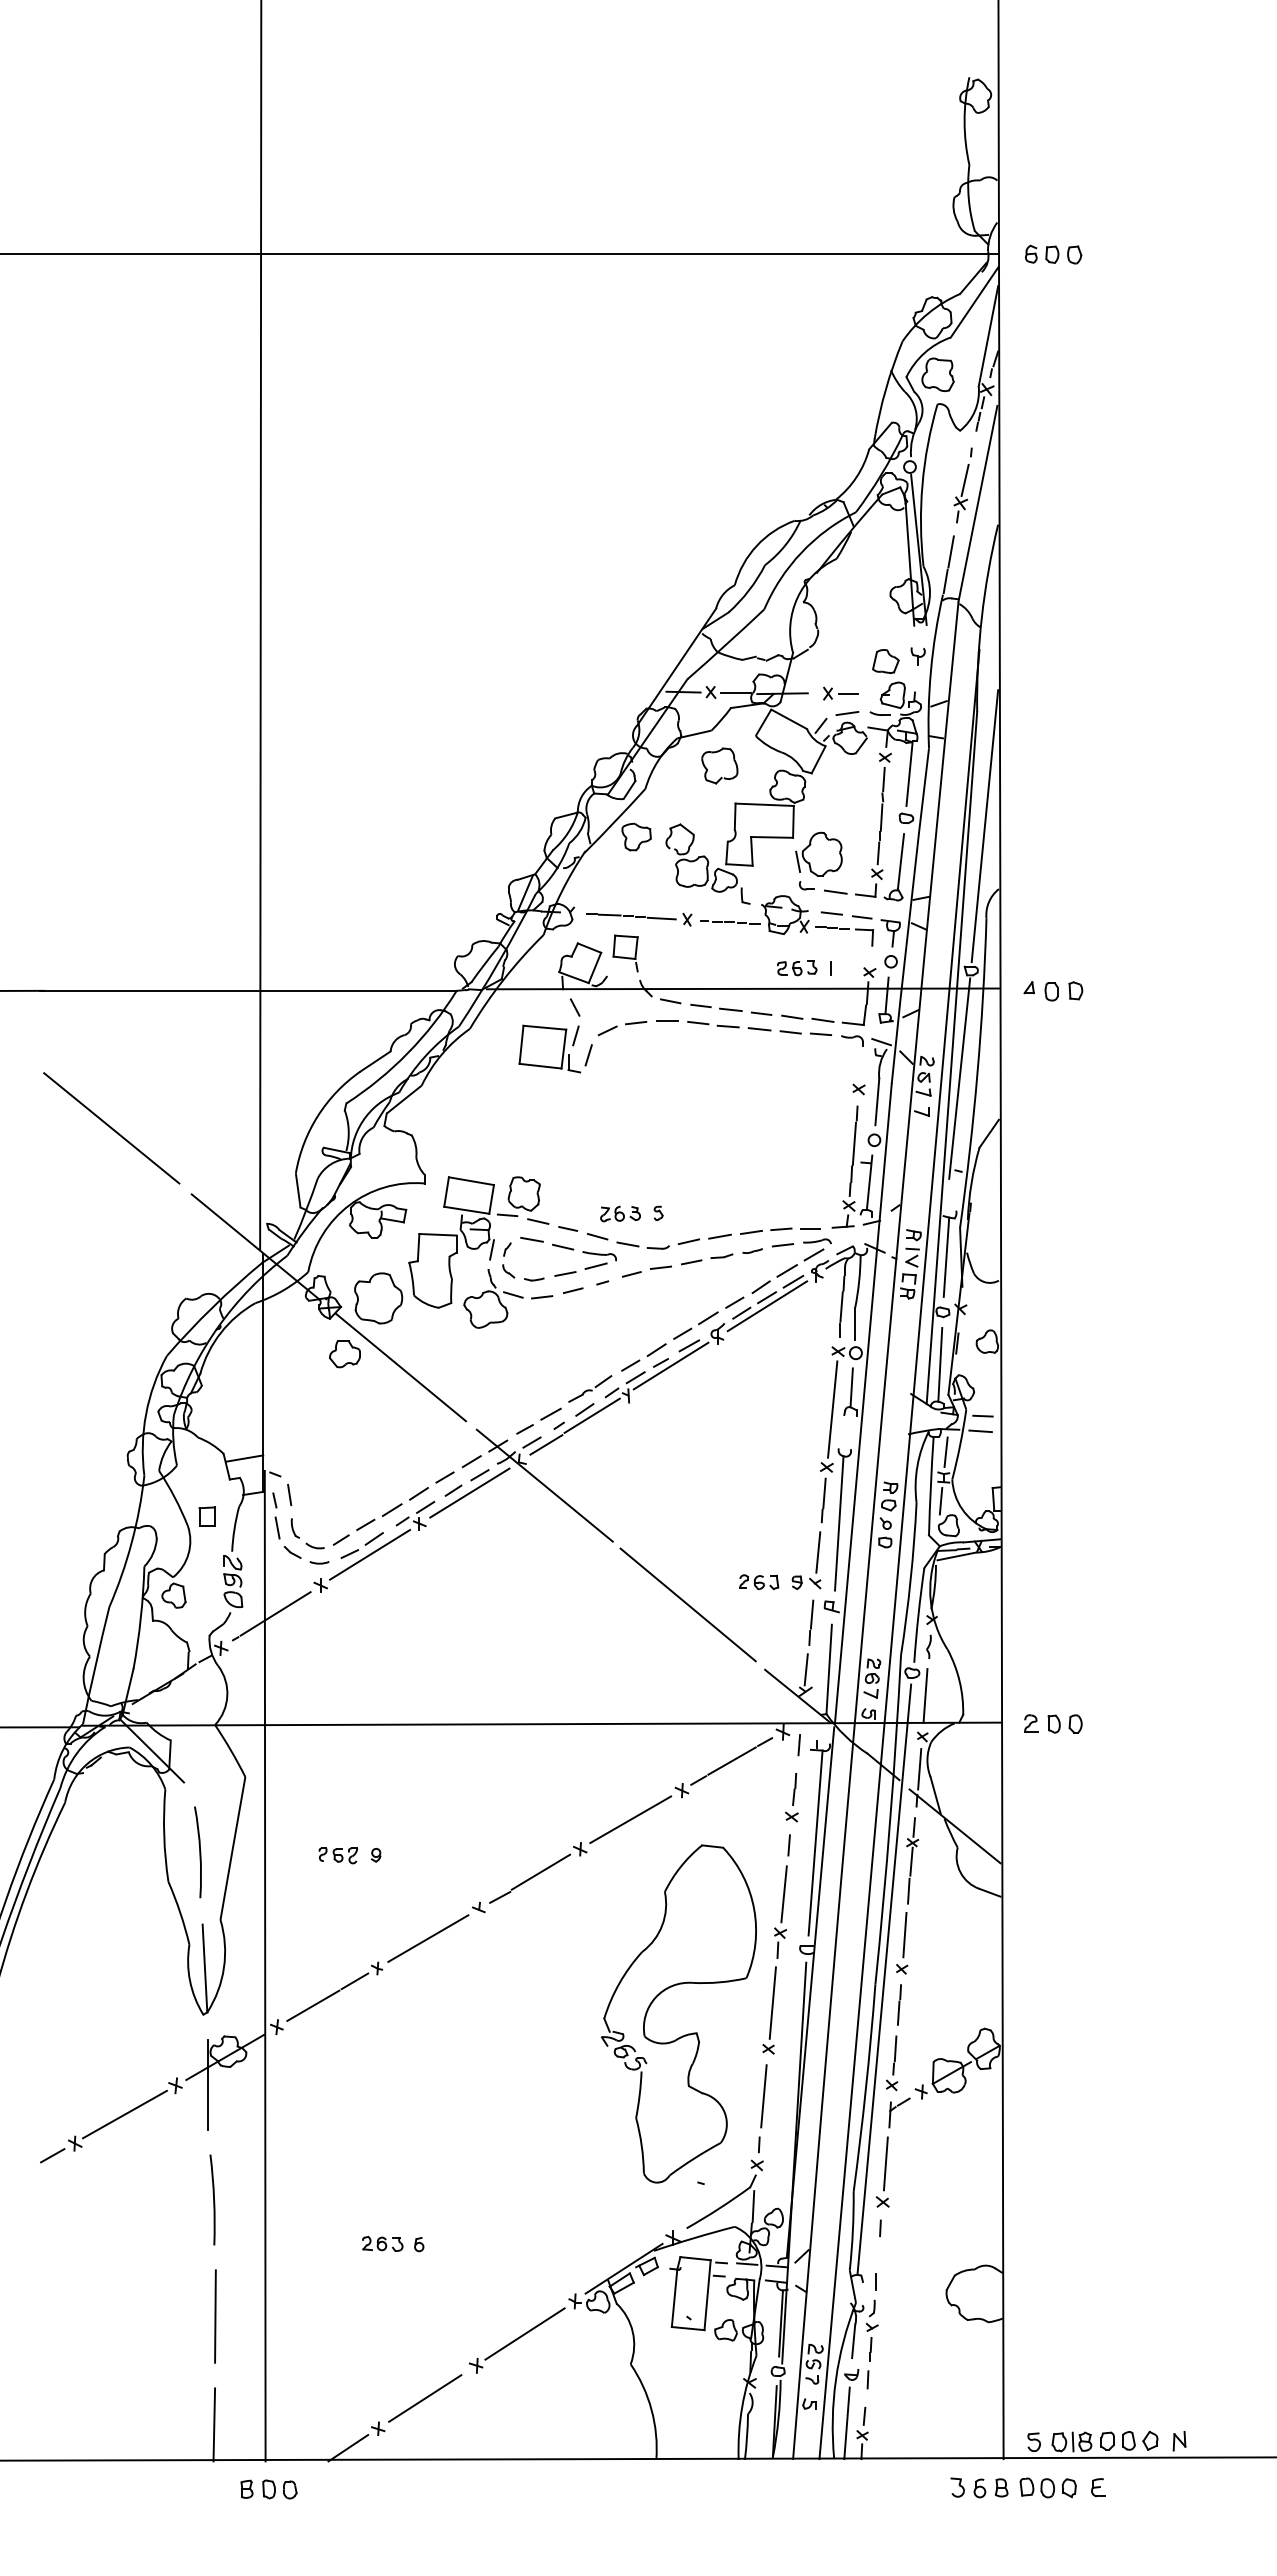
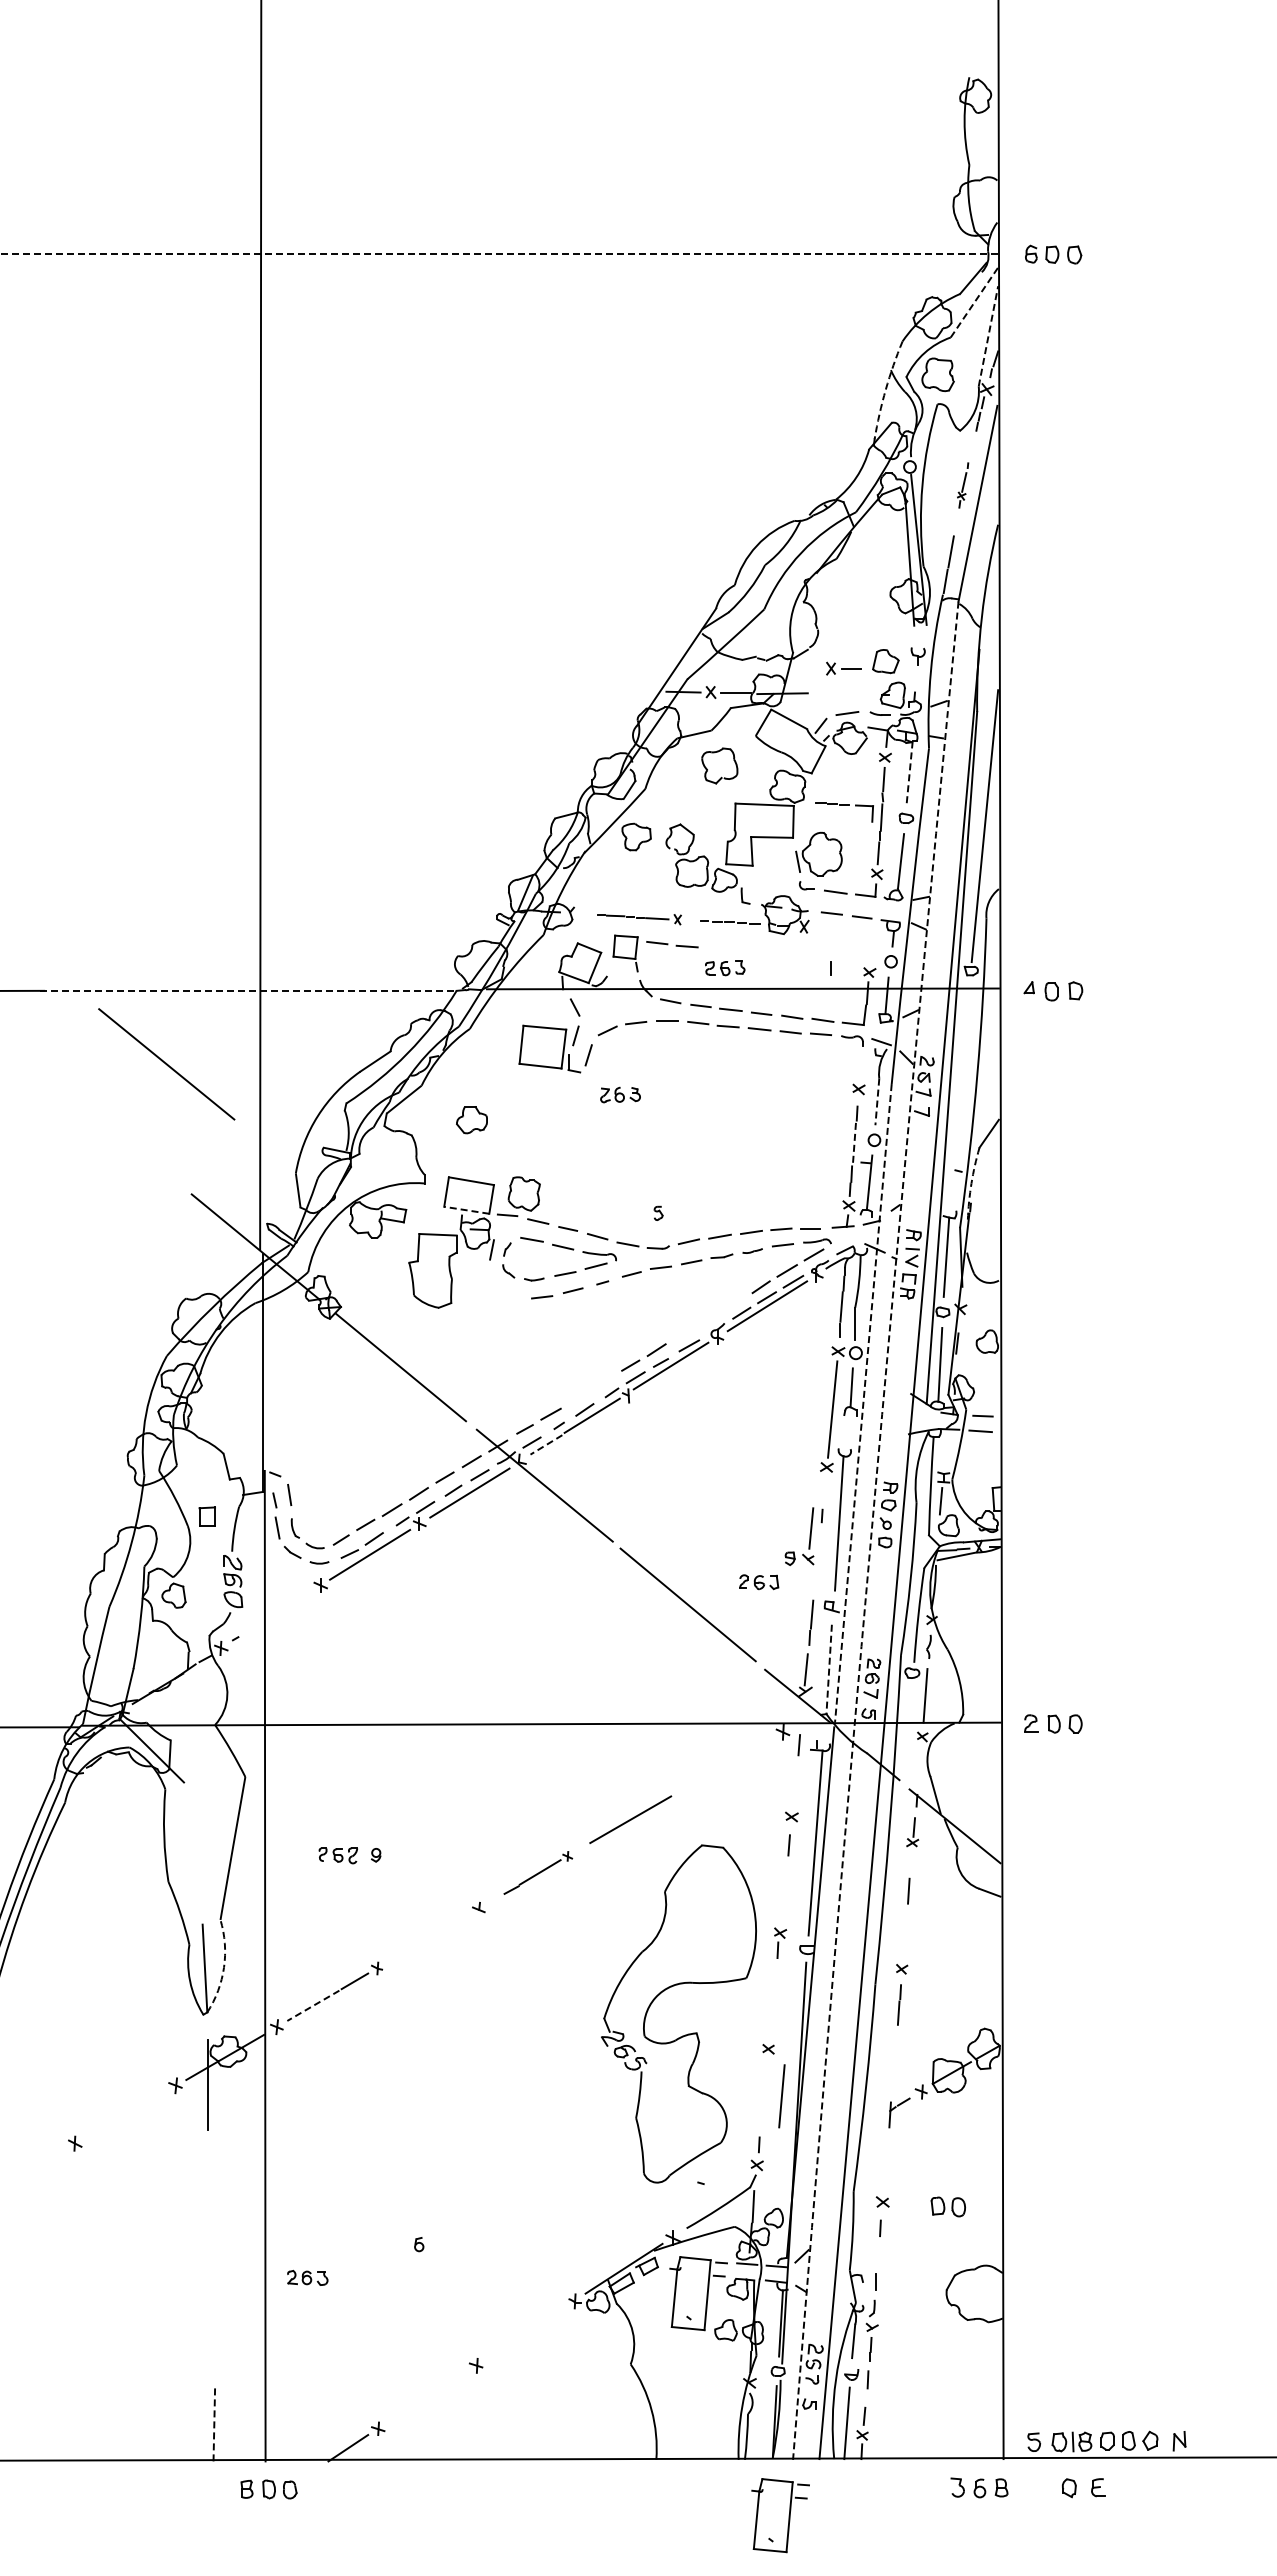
line at (499, 253): solid -> dashed
line at (974, 302): solid -> dashed
line at (988, 335): solid -> dashed
arc at (885, 389): solid -> dashed
part at (962, 485) size: 20x77 px -> 13x47 px
part at (840, 693) position: (840, 693) -> (843, 668)
line at (909, 774): solid -> dashed
part at (639, 919) size: 107x15 px -> 85x12 px
part at (844, 929) position: (844, 929) -> (844, 805)
part at (672, 944): none -> present
part at (797, 968) position: (797, 968) -> (725, 968)
line at (248, 990): solid -> dashed
line at (959, 1078): present -> none
line at (877, 1102): solid -> dashed
line at (111, 1128) position: (111, 1128) -> (166, 1064)
line at (854, 1144): solid -> dashed
arc at (971, 1183): solid -> dashed
line at (466, 1210): solid -> dashed
part at (620, 1213) position: (620, 1213) -> (620, 1094)
part at (378, 1298): present -> none
part at (493, 1298): present -> none
part at (708, 1317): present -> none
part at (344, 1354) position: (344, 1354) -> (471, 1120)
part at (590, 1388): present -> none
line at (863, 1403): solid -> dashed
line at (546, 1444): solid -> dashed
line at (945, 1452): present -> none
line at (244, 1458): present -> none
line at (824, 1493): present -> none
arc at (871, 1530): solid -> dashed
part at (816, 1560) position: (816, 1560) -> (809, 1536)
line at (275, 1613): present -> none
line at (829, 1669): solid -> dashed
part at (723, 1767): present -> none
line at (919, 1769): present -> none
line at (794, 1789): present -> none
arc at (199, 1852): present -> none
line at (911, 1861): present -> none
part at (538, 1872) size: 99x62 px -> 71x44 px
line at (783, 1894): present -> none
line at (904, 1934): present -> none
line at (428, 1938): present -> none
arc at (224, 1967): solid -> dashed
line at (884, 1979): present -> none
line at (772, 2002): present -> none
line at (312, 2006): solid -> dashed
part at (892, 2063): present -> none
line at (763, 2096) position: (763, 2096) -> (781, 2096)
line at (124, 2114): present -> none
line at (52, 2155): present -> none
line at (885, 2163): present -> none
arc at (213, 2199): present -> none
part at (382, 2243) position: (382, 2243) -> (307, 2277)
line at (215, 2316): present -> none
line at (524, 2333): present -> none
line at (425, 2398): present -> none
line at (214, 2424): solid -> dashed
part at (1036, 2487) position: (1036, 2487) -> (947, 2206)
part at (780, 2515): none -> present
